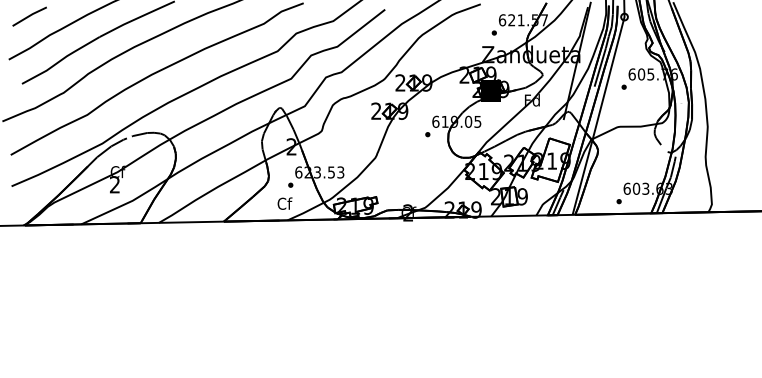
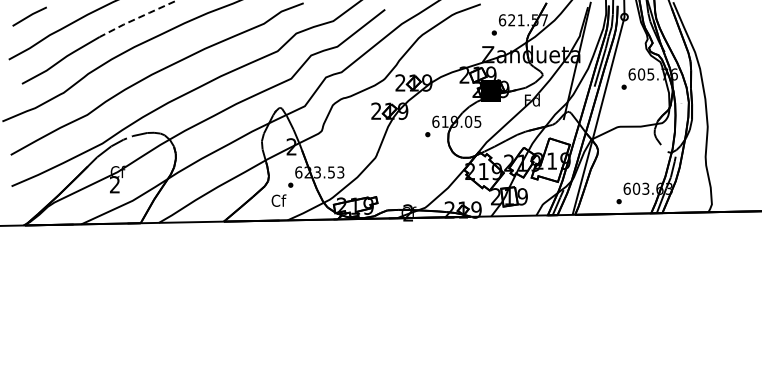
line at (136, 18): solid -> dashed
text at (284, 203) position: (284, 203) -> (278, 200)
